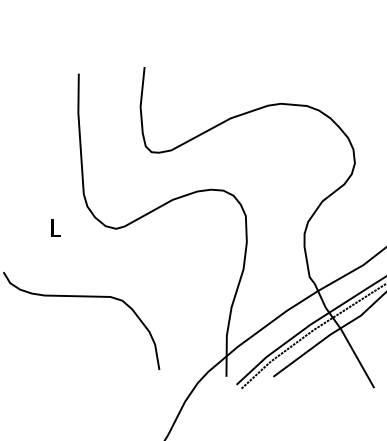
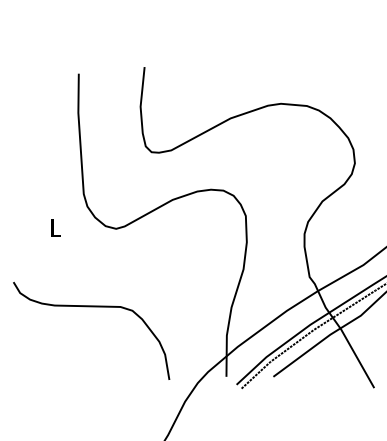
curve at (81, 297) position: (81, 297) -> (91, 307)
